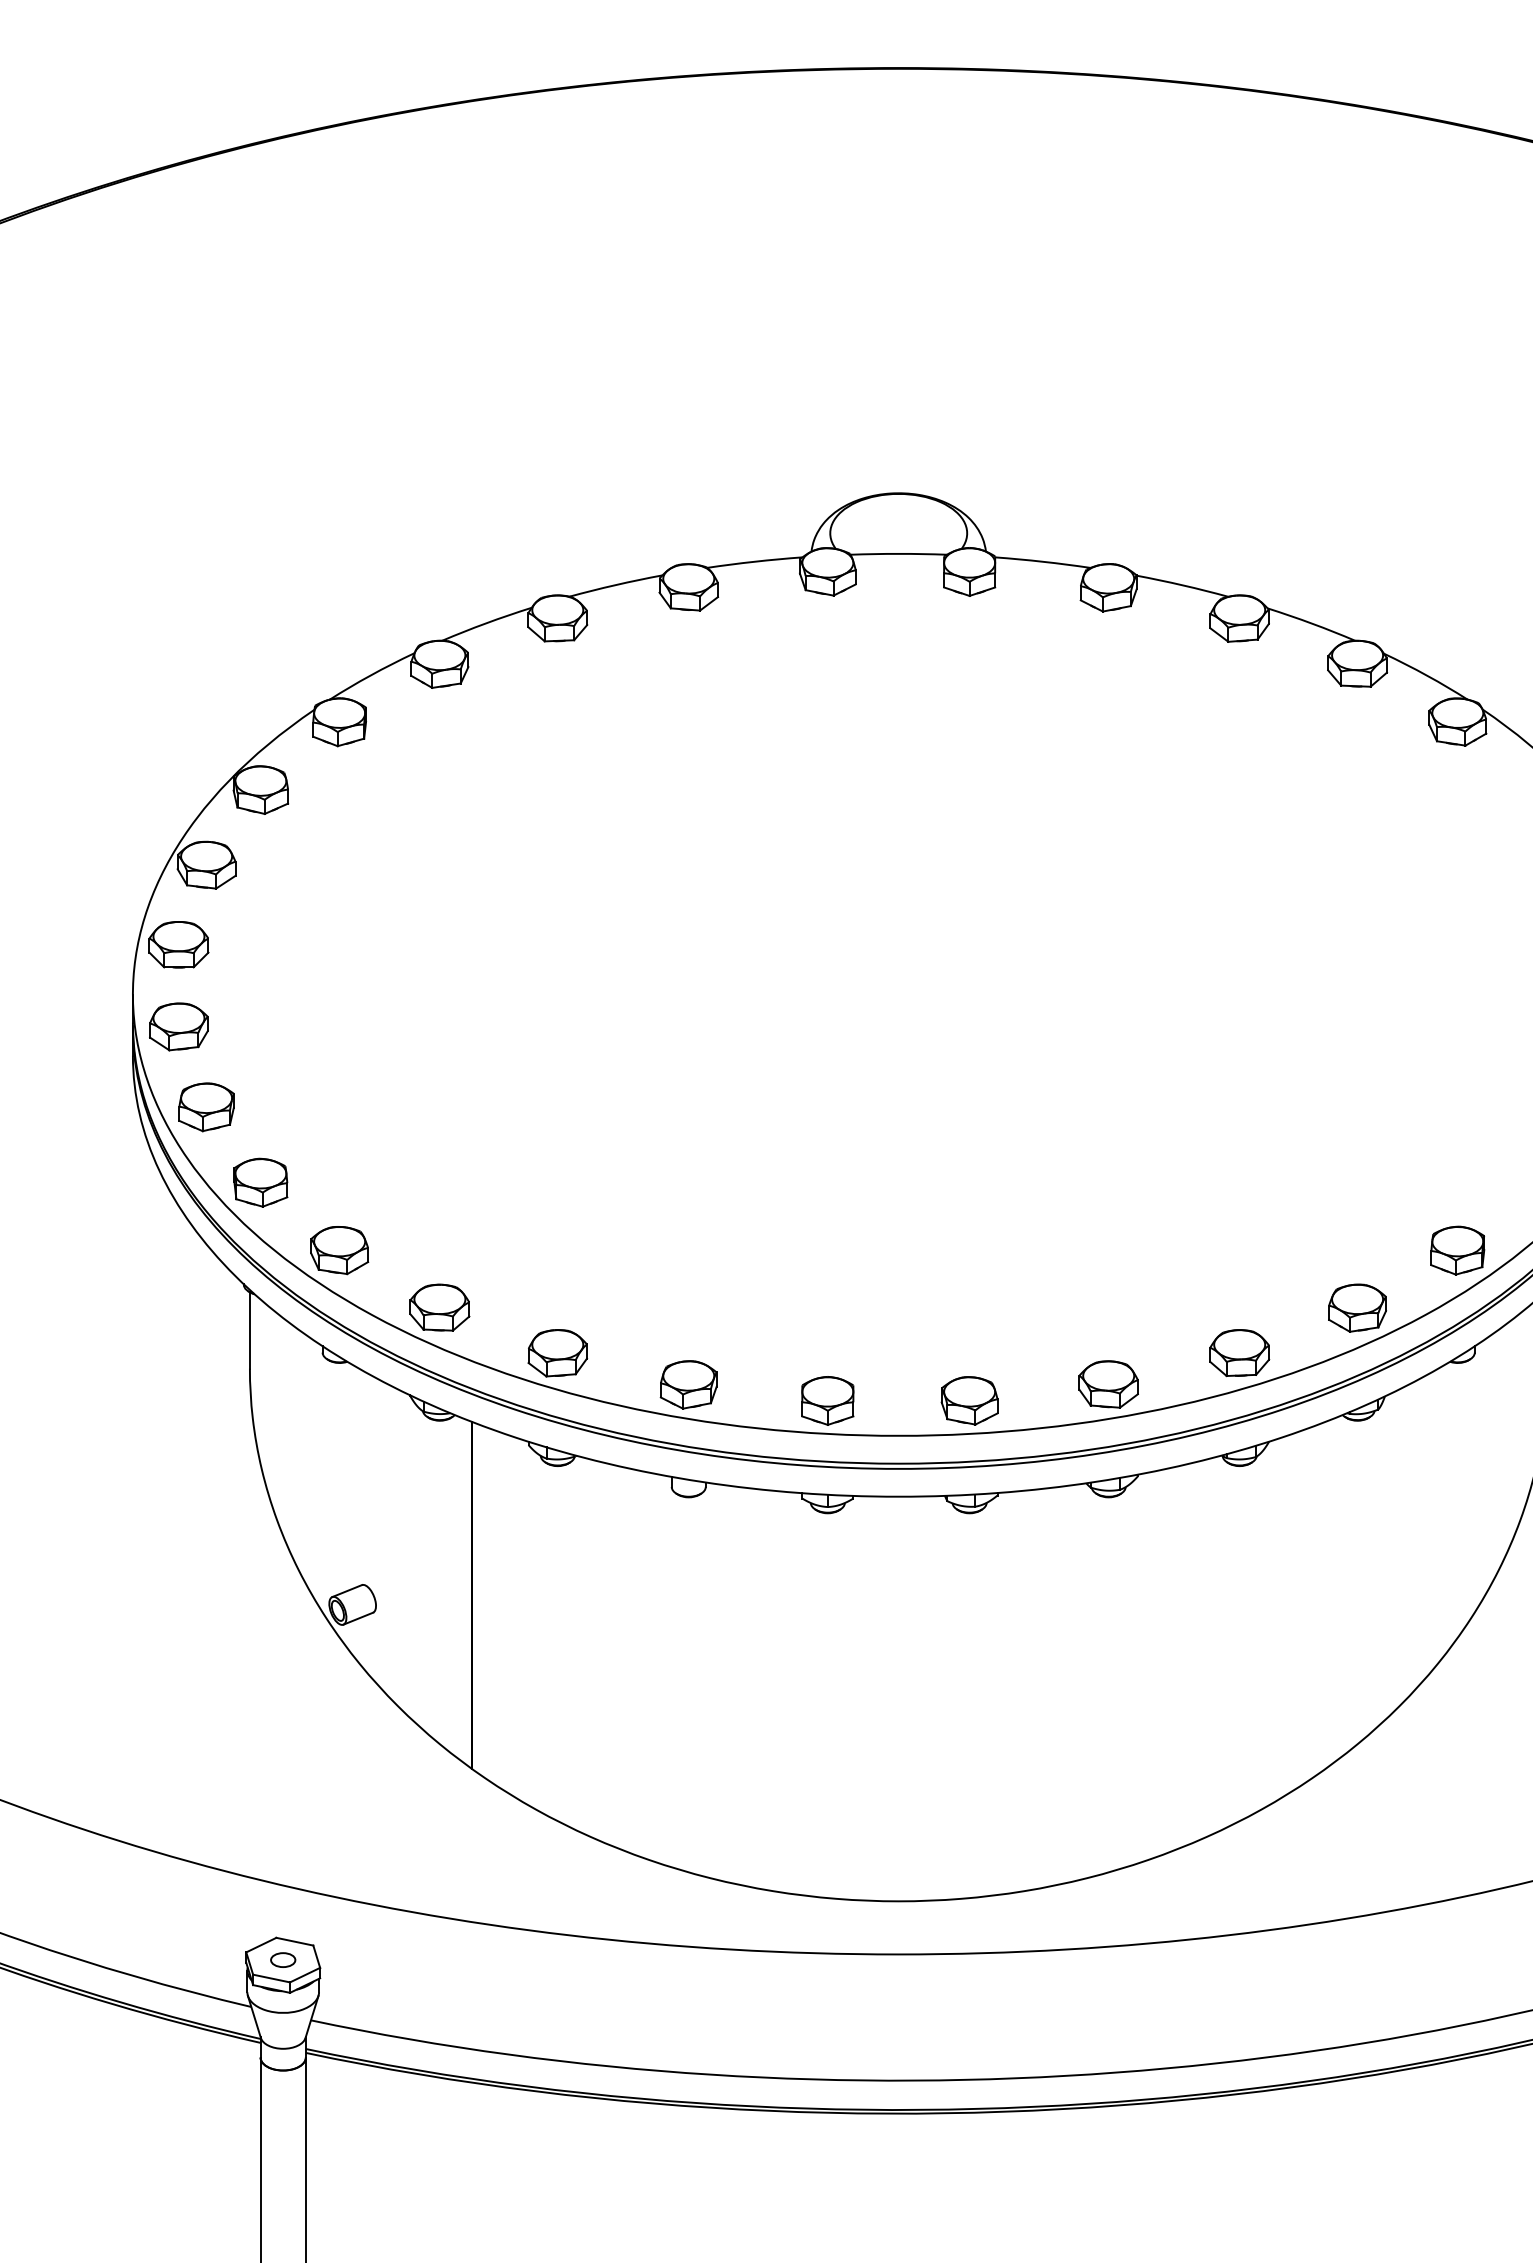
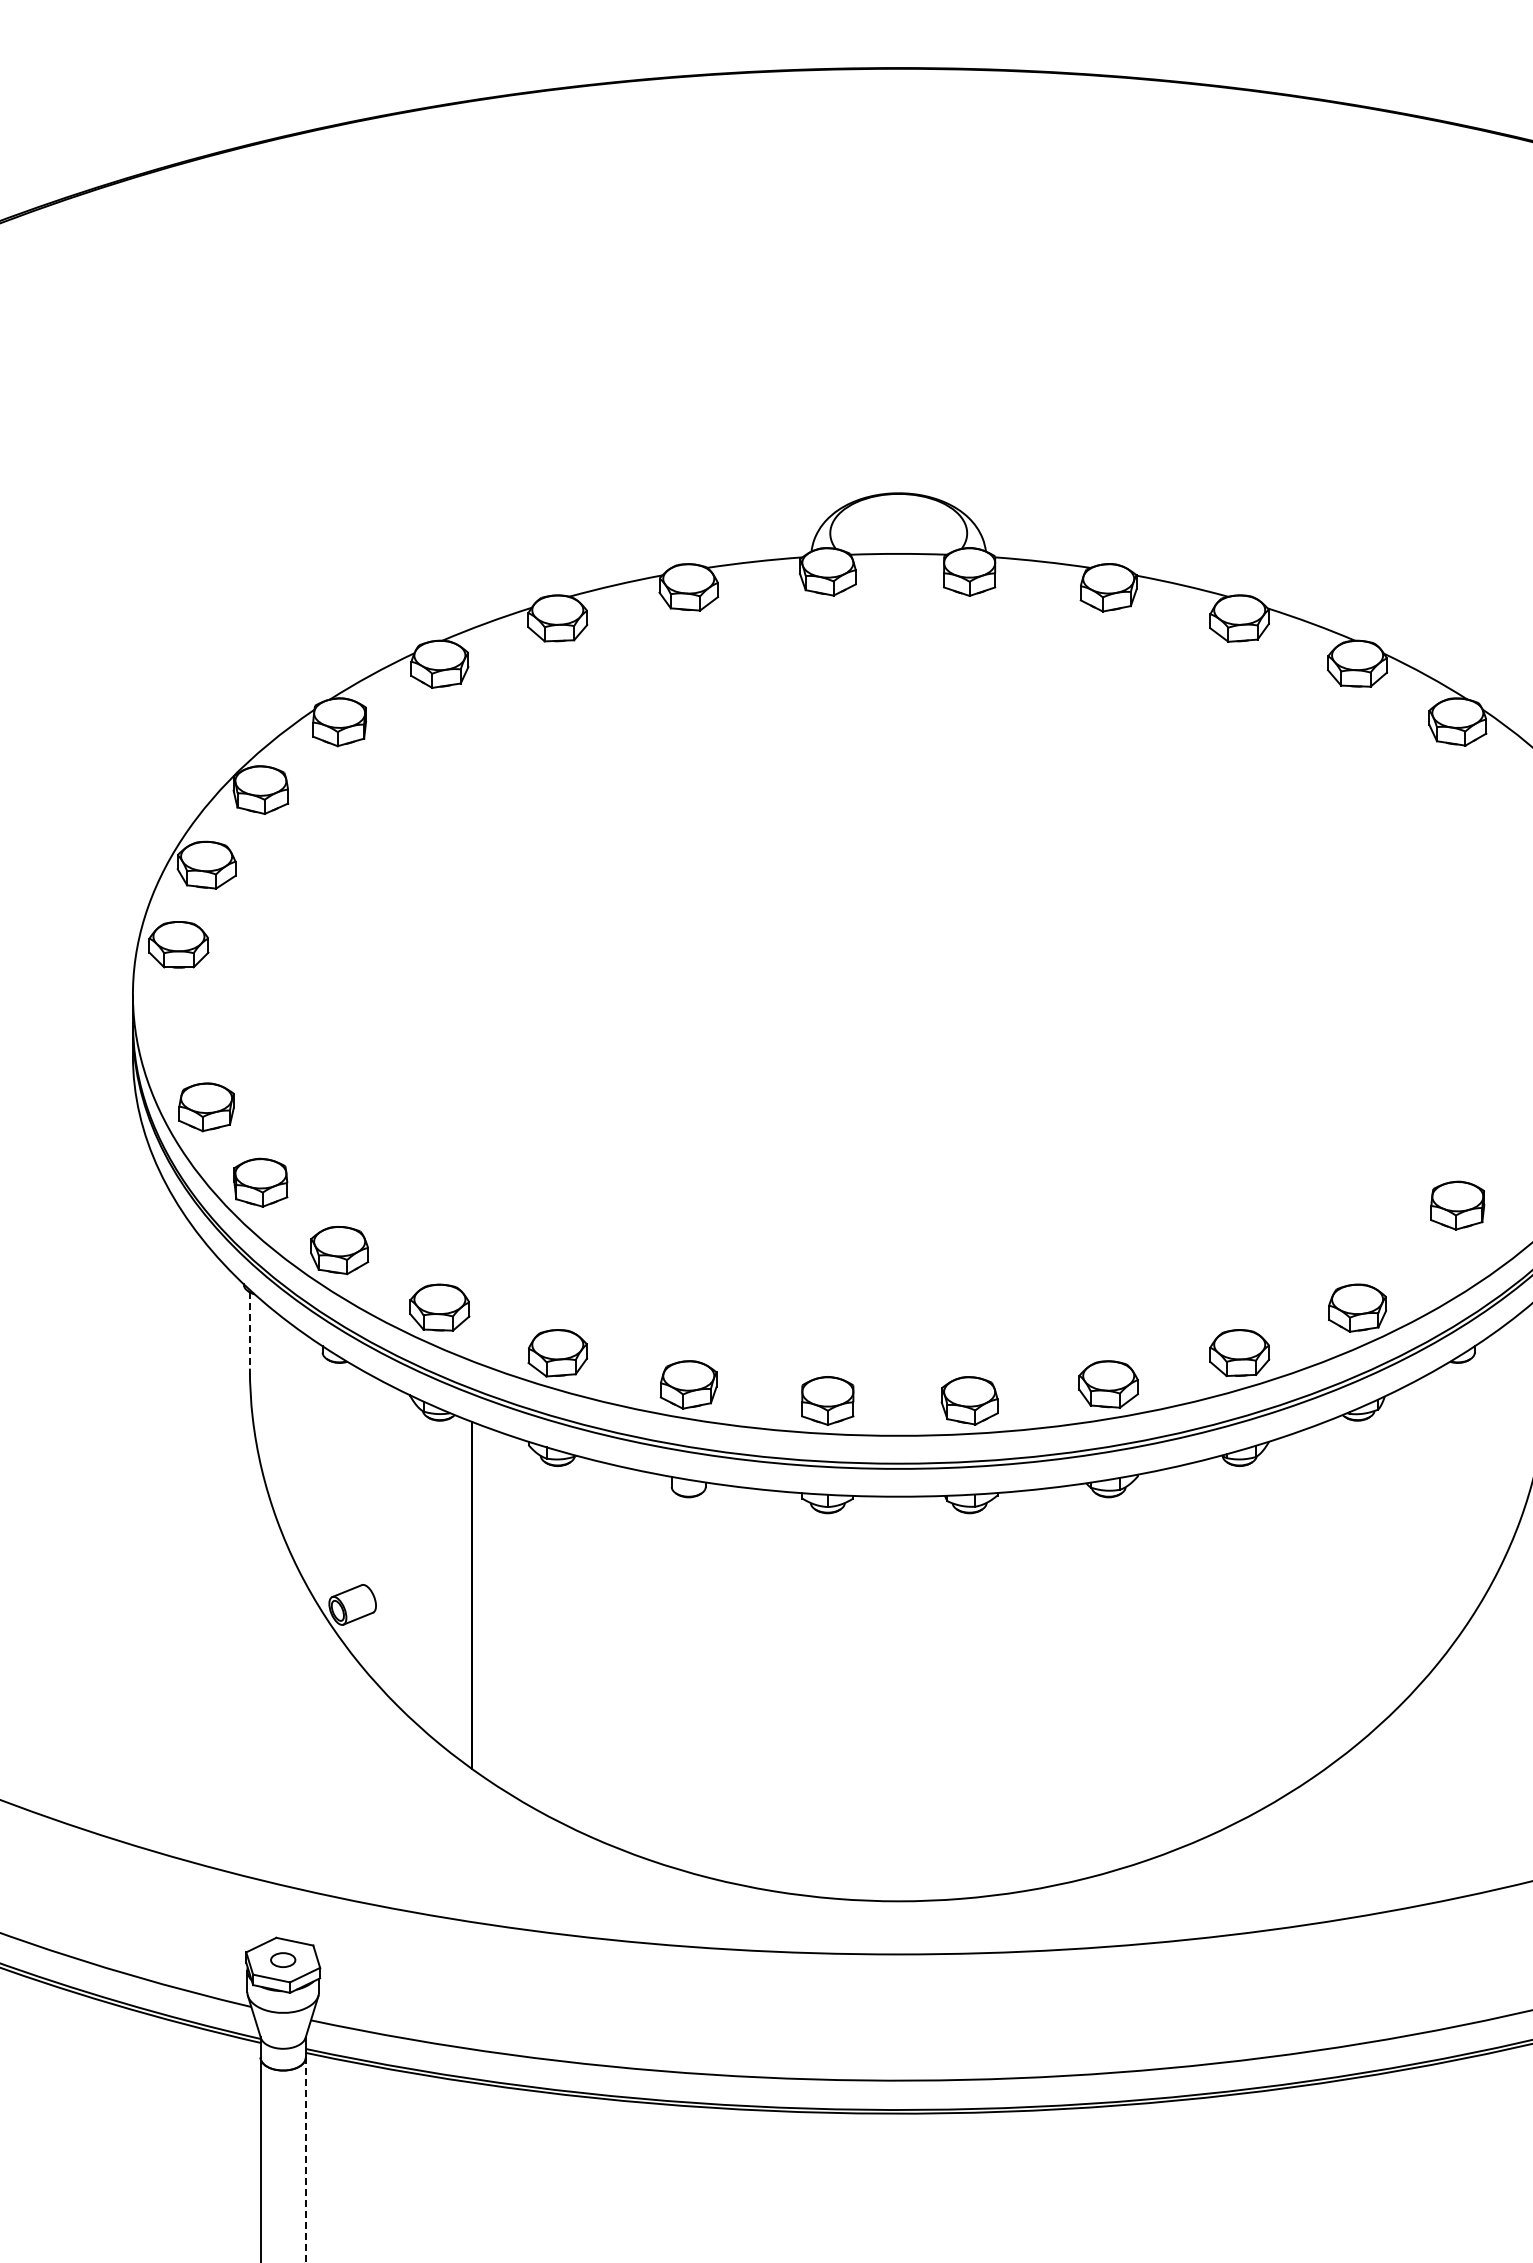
part at (178, 1026): present -> none
part at (1457, 1250) position: (1457, 1250) -> (1457, 1205)
line at (249, 1330): solid -> dashed
line at (305, 2159): solid -> dashed
